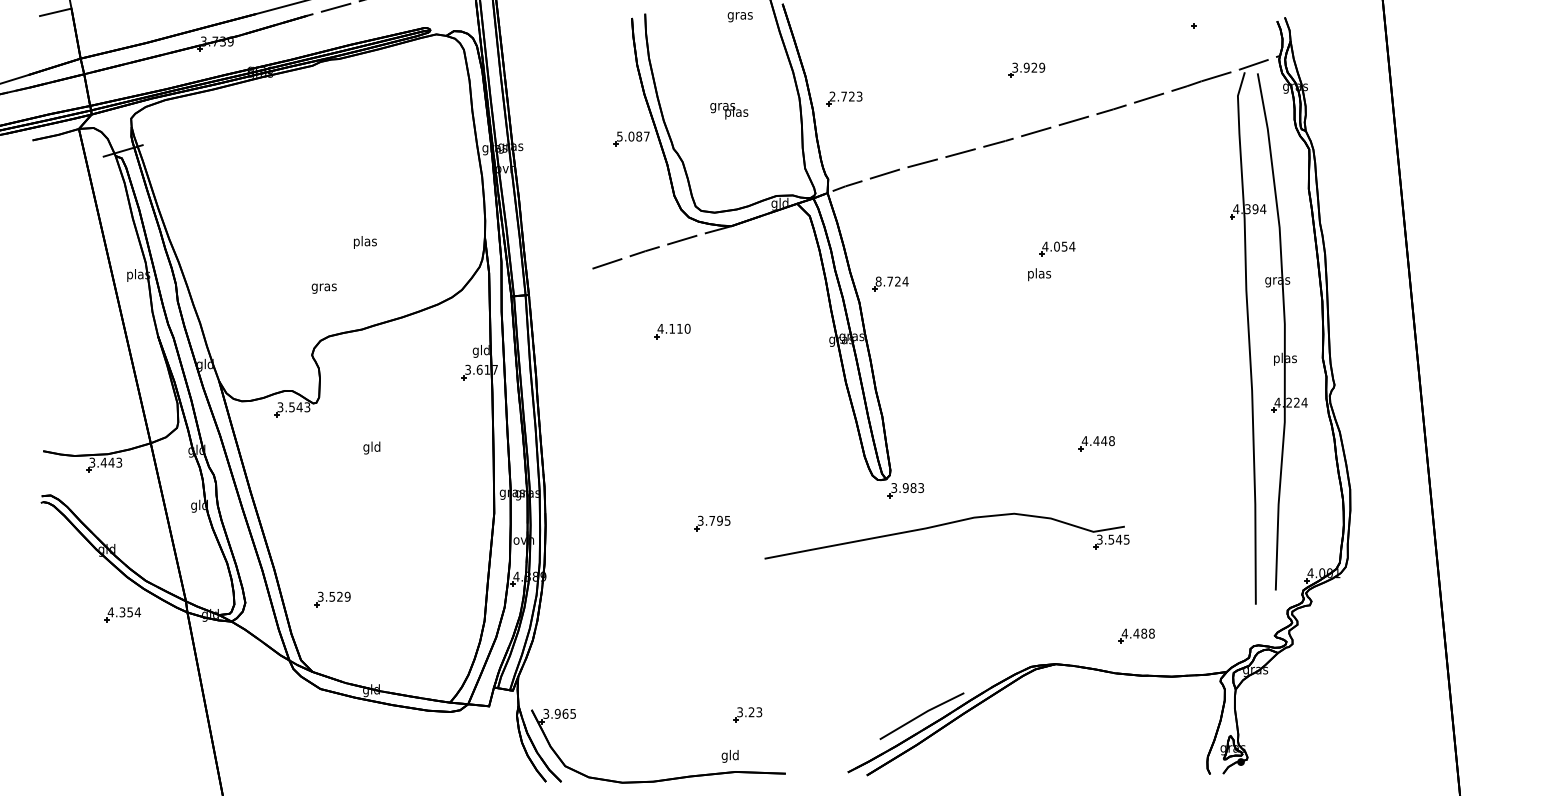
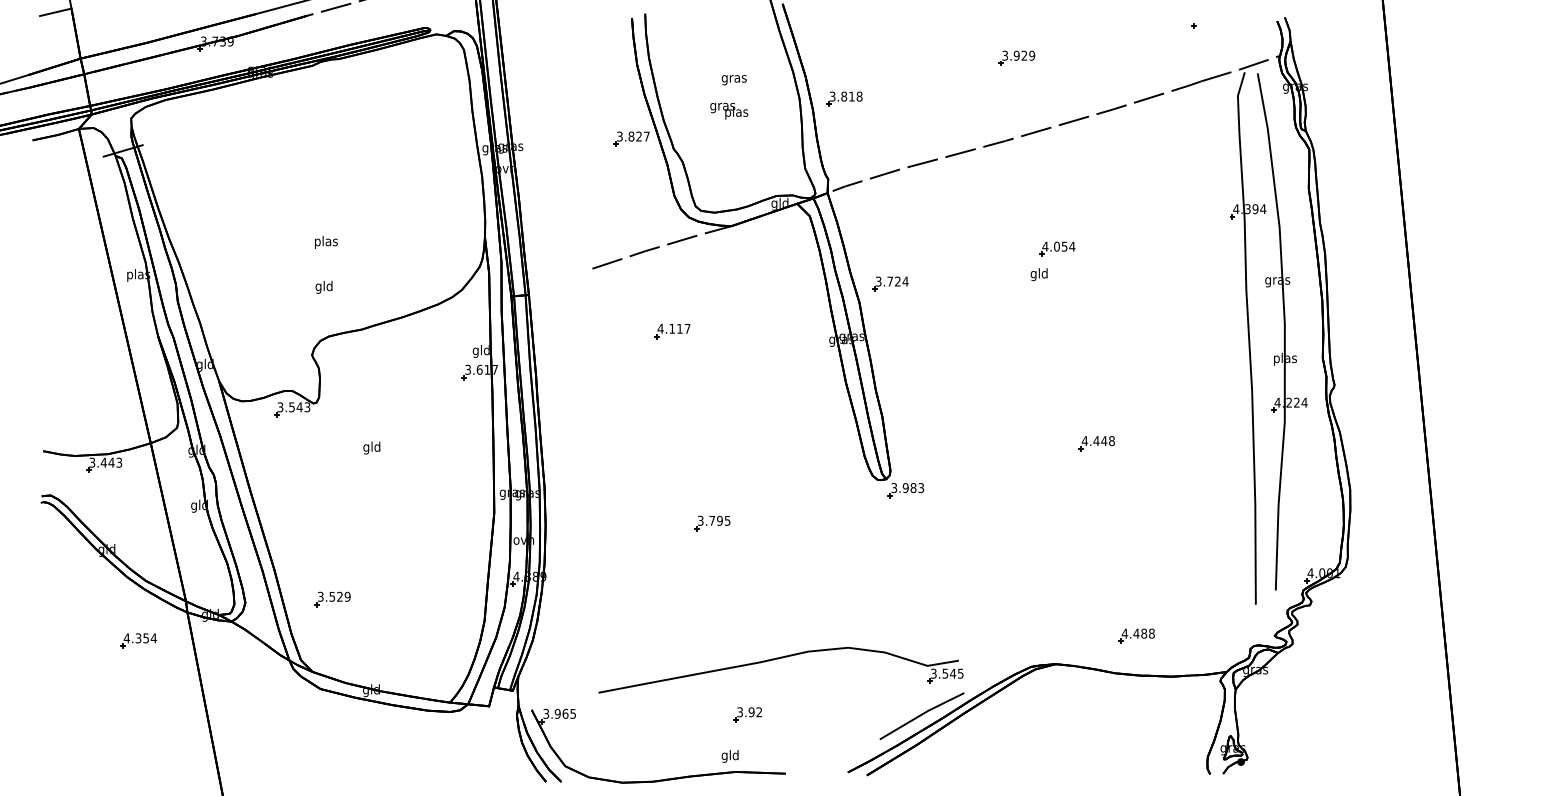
text at (739, 17) position: (739, 17) -> (733, 80)
part at (1026, 69) position: (1026, 69) -> (1016, 57)
text at (845, 96): 2.723 -> 3.818
text at (629, 136): 5.087 -> 3.827
text at (365, 242) position: (365, 242) -> (326, 242)
text at (1039, 274): plas -> gld
text at (878, 281): 8.724 -> 3.724
text at (323, 286): gras -> gld
text at (687, 328): 4.110 -> 4.117
part at (944, 525) position: (944, 525) -> (778, 659)
part at (122, 614) position: (122, 614) -> (138, 640)
text at (755, 712): 3.23 -> 3.92
